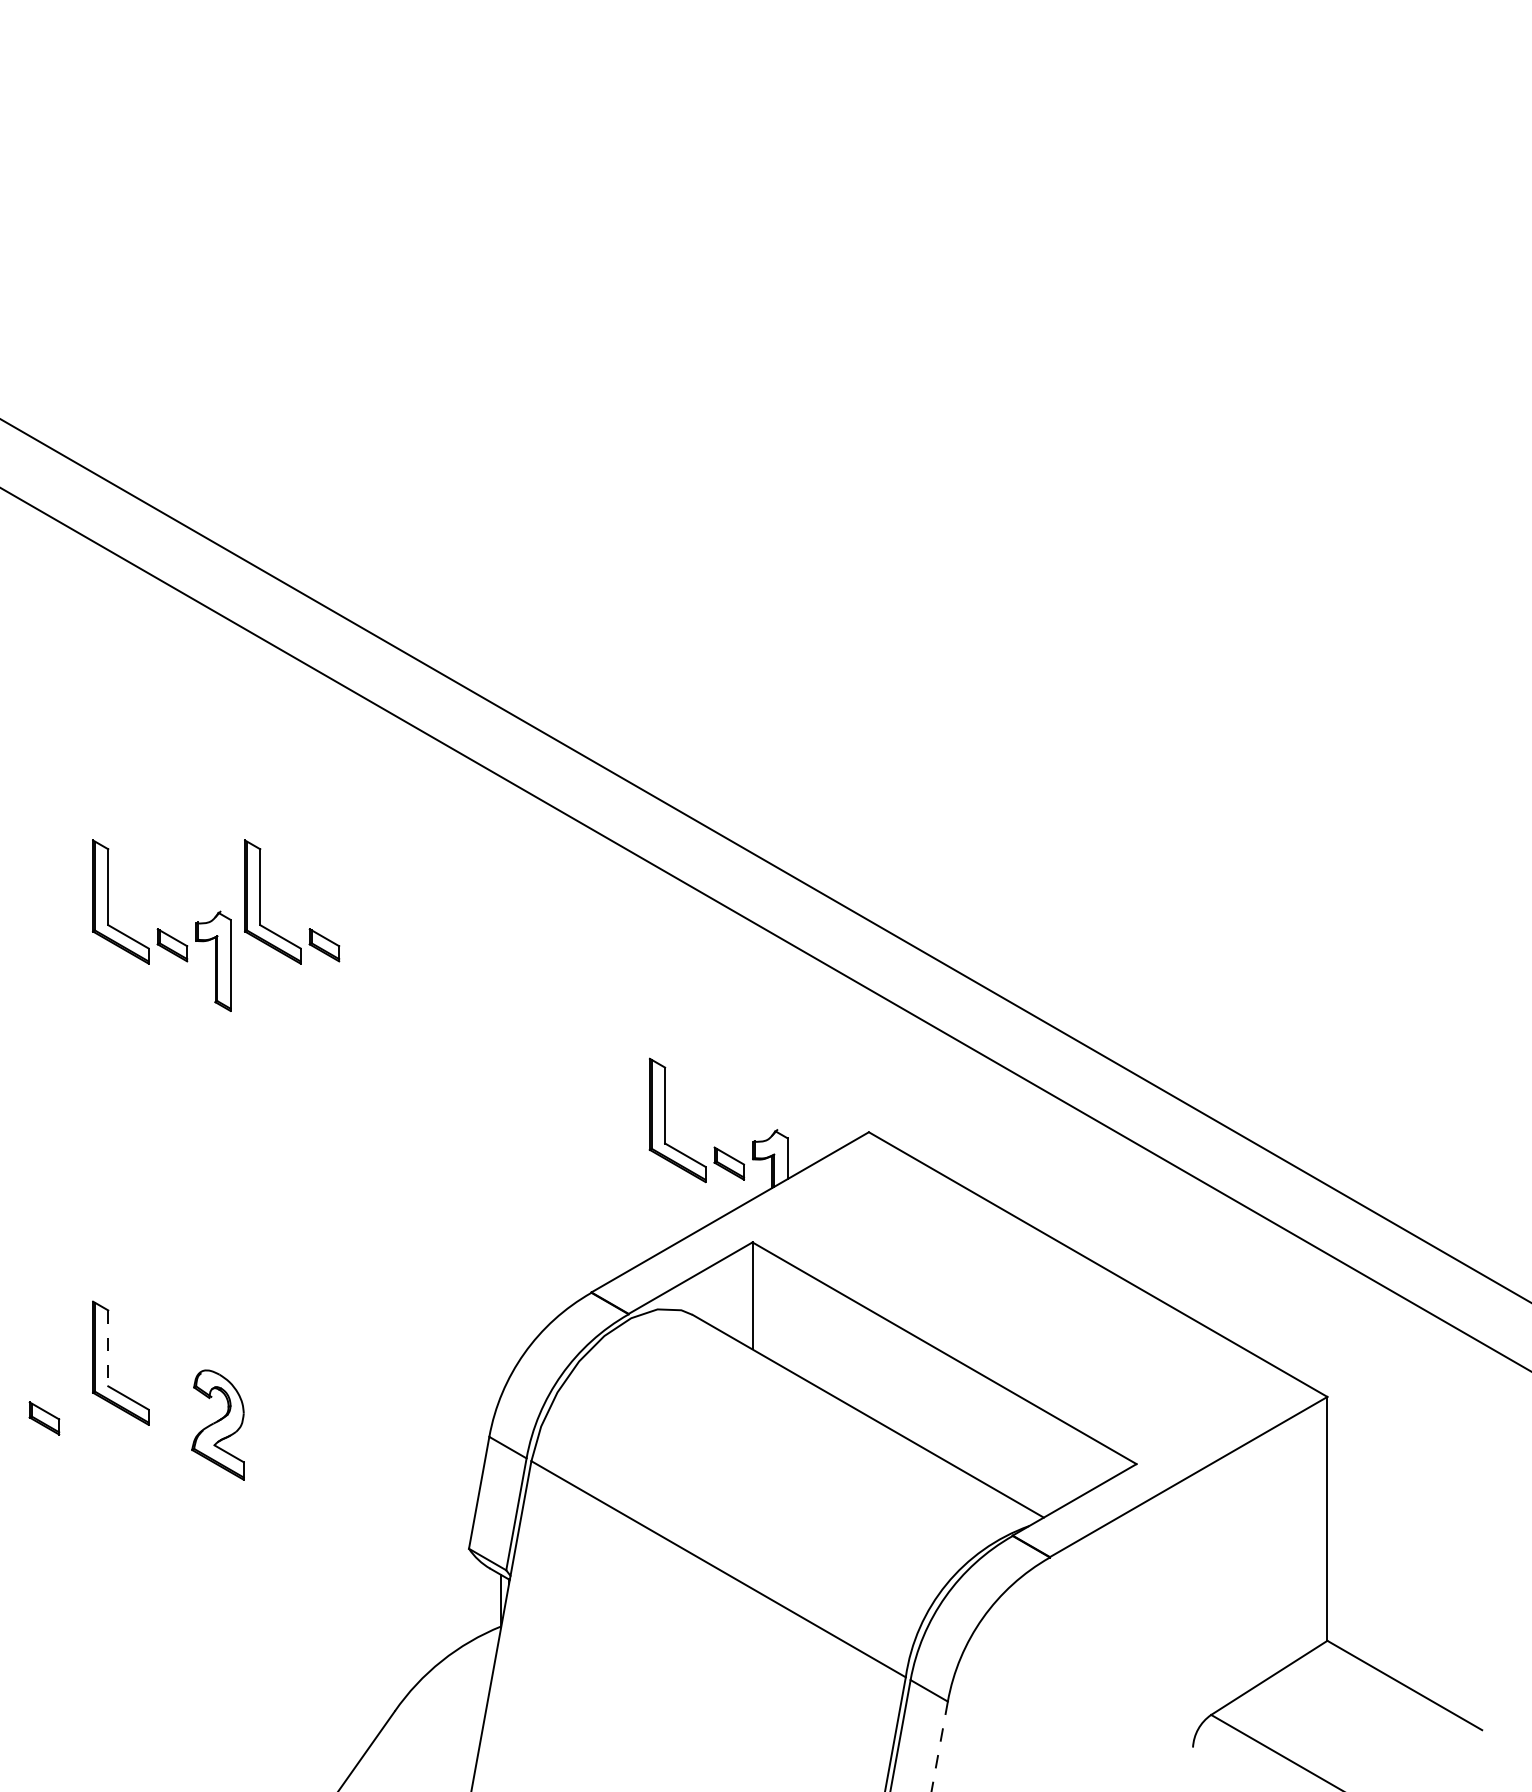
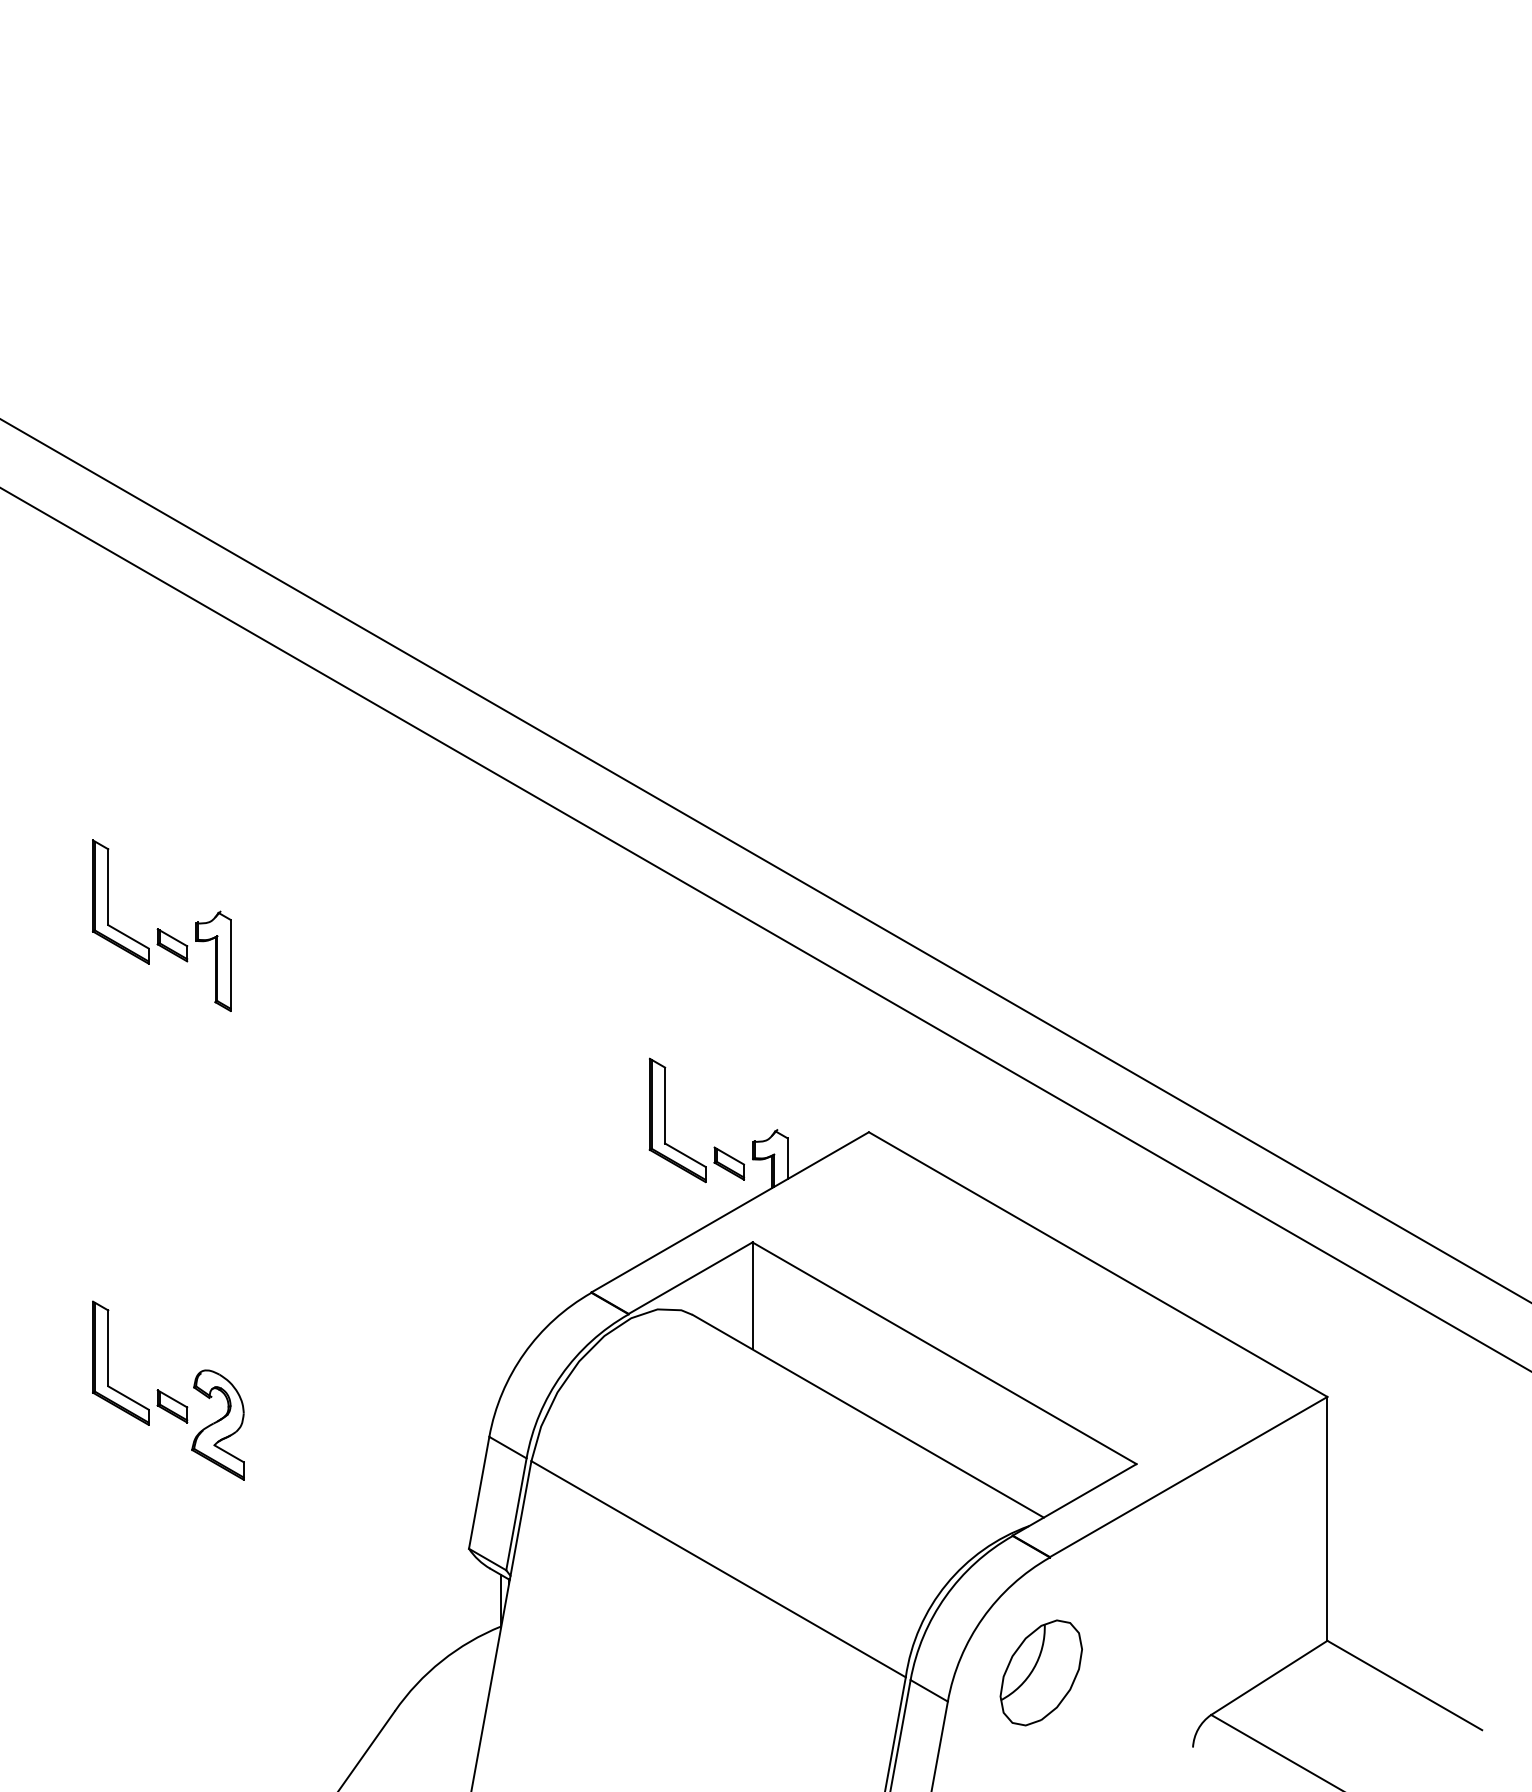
part at (309, 928): present -> none
line at (108, 1348): dashed -> solid
part at (44, 1418) position: (44, 1418) -> (172, 1406)
part at (1040, 1672): none -> present
line at (939, 1746): dashed -> solid
